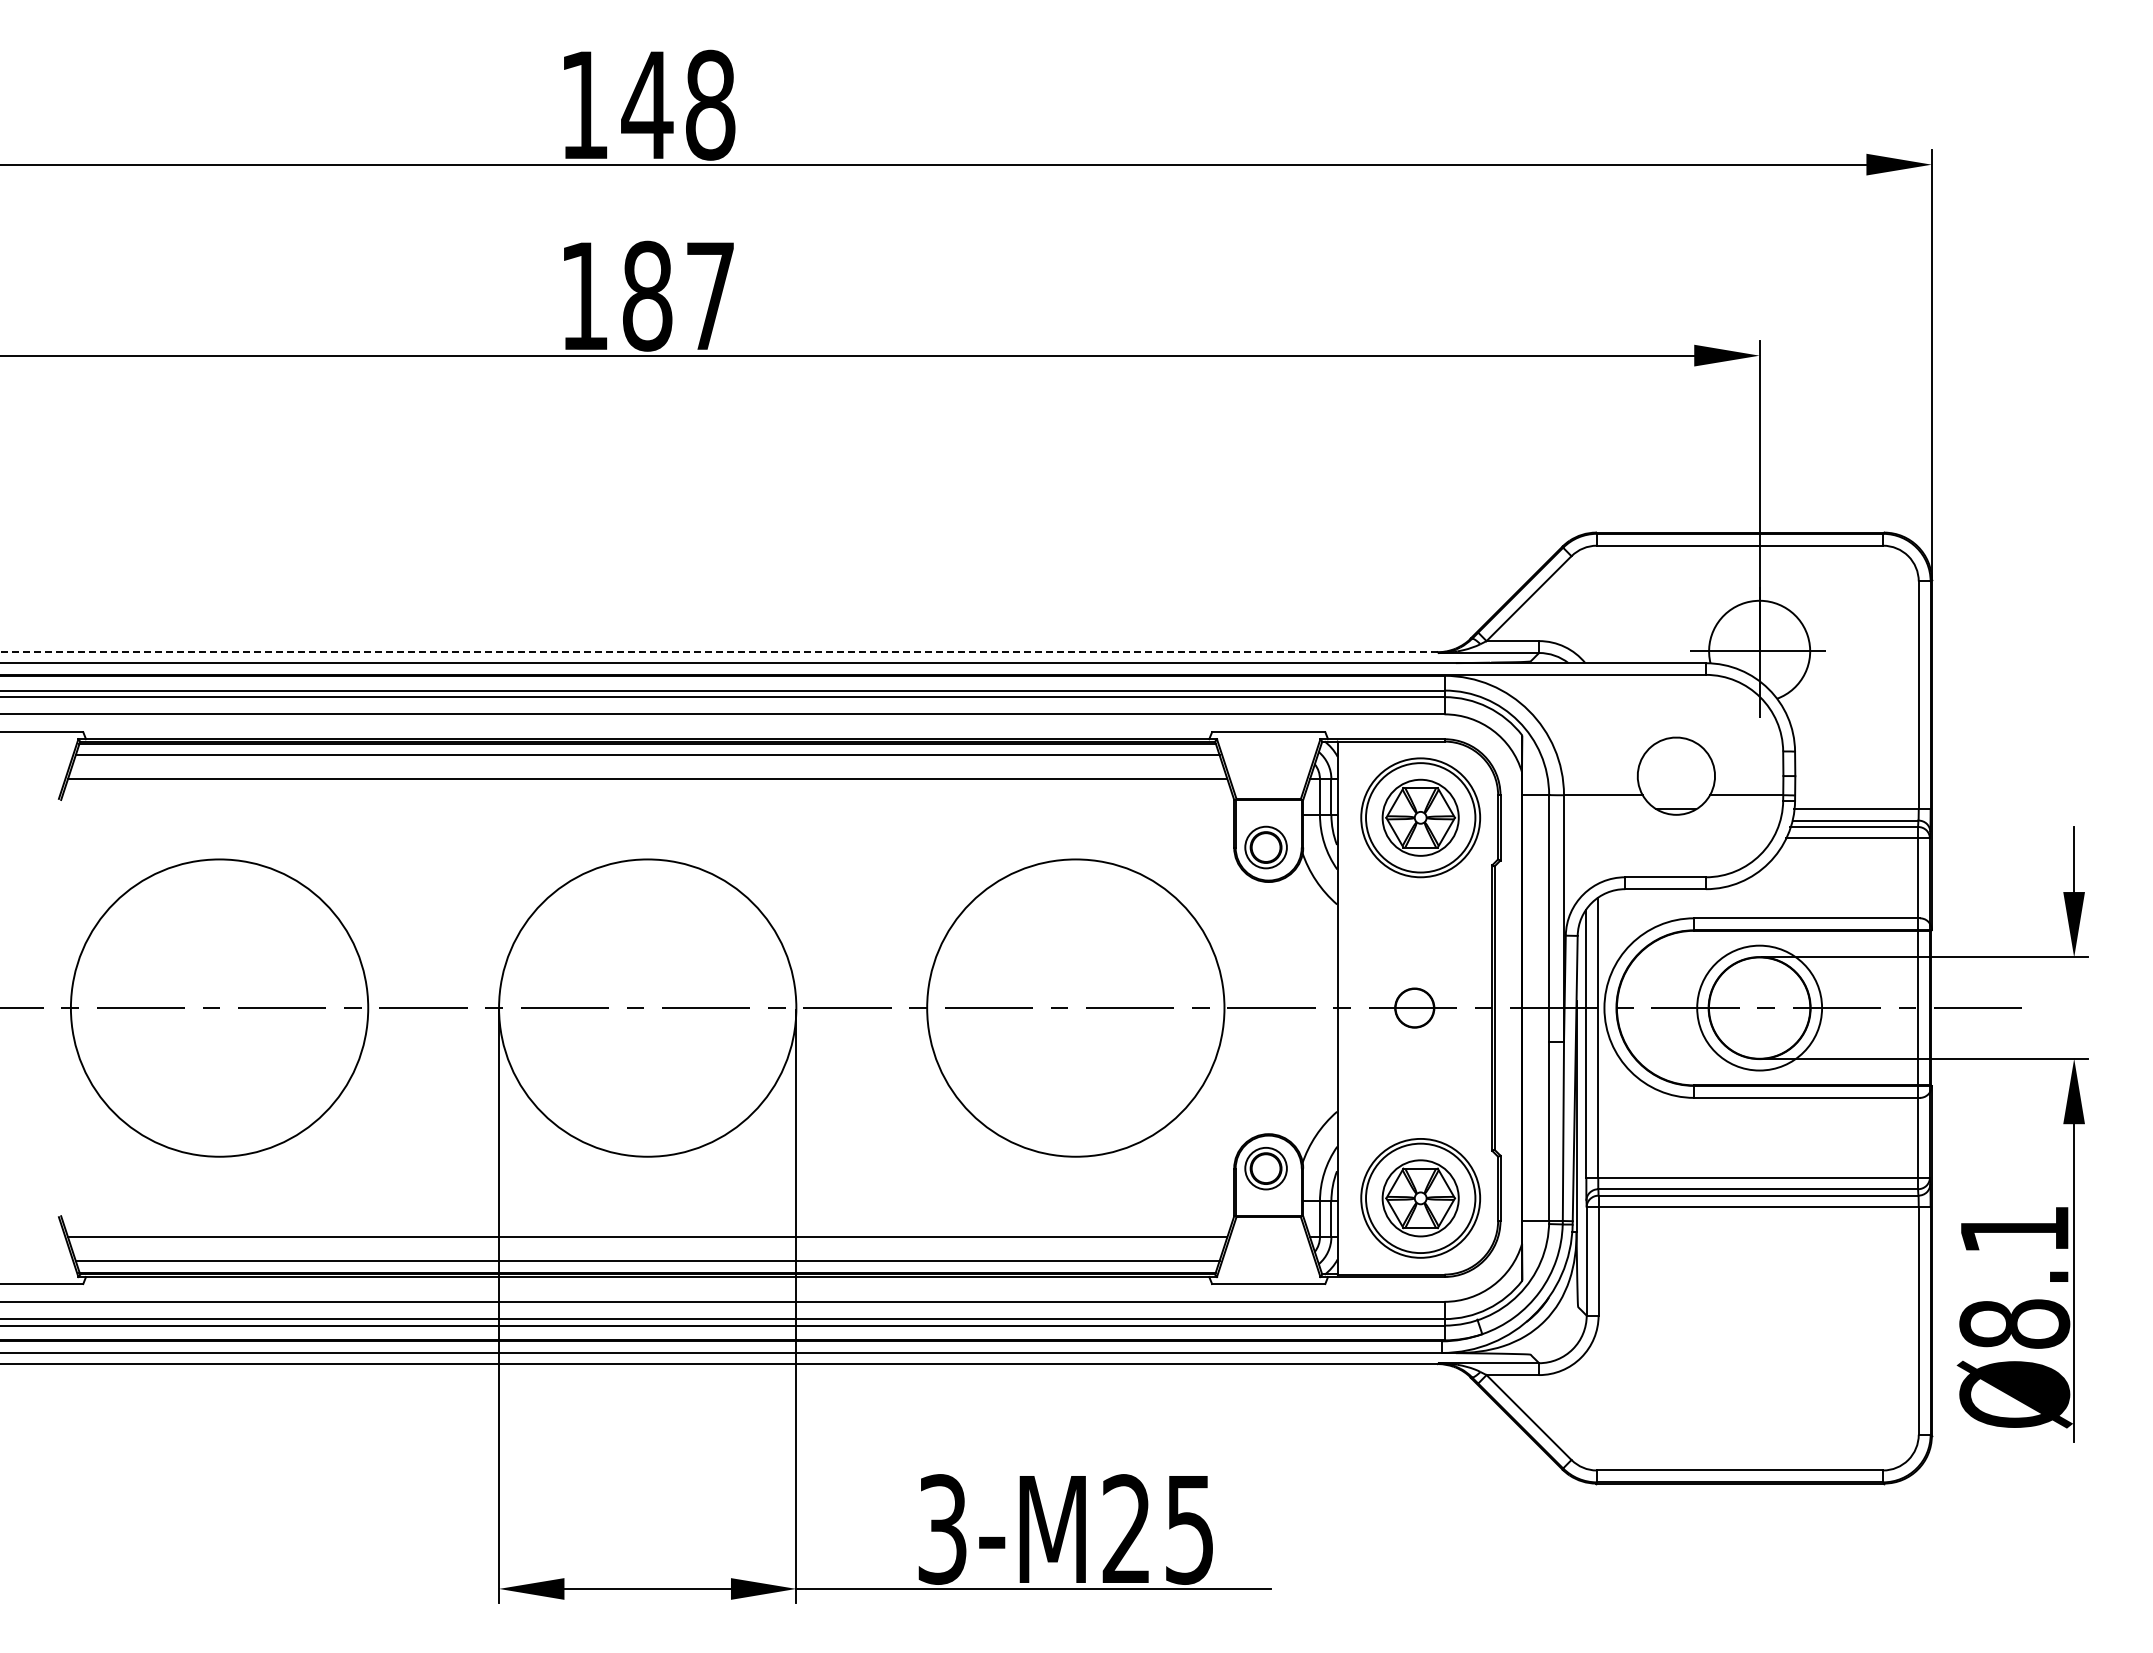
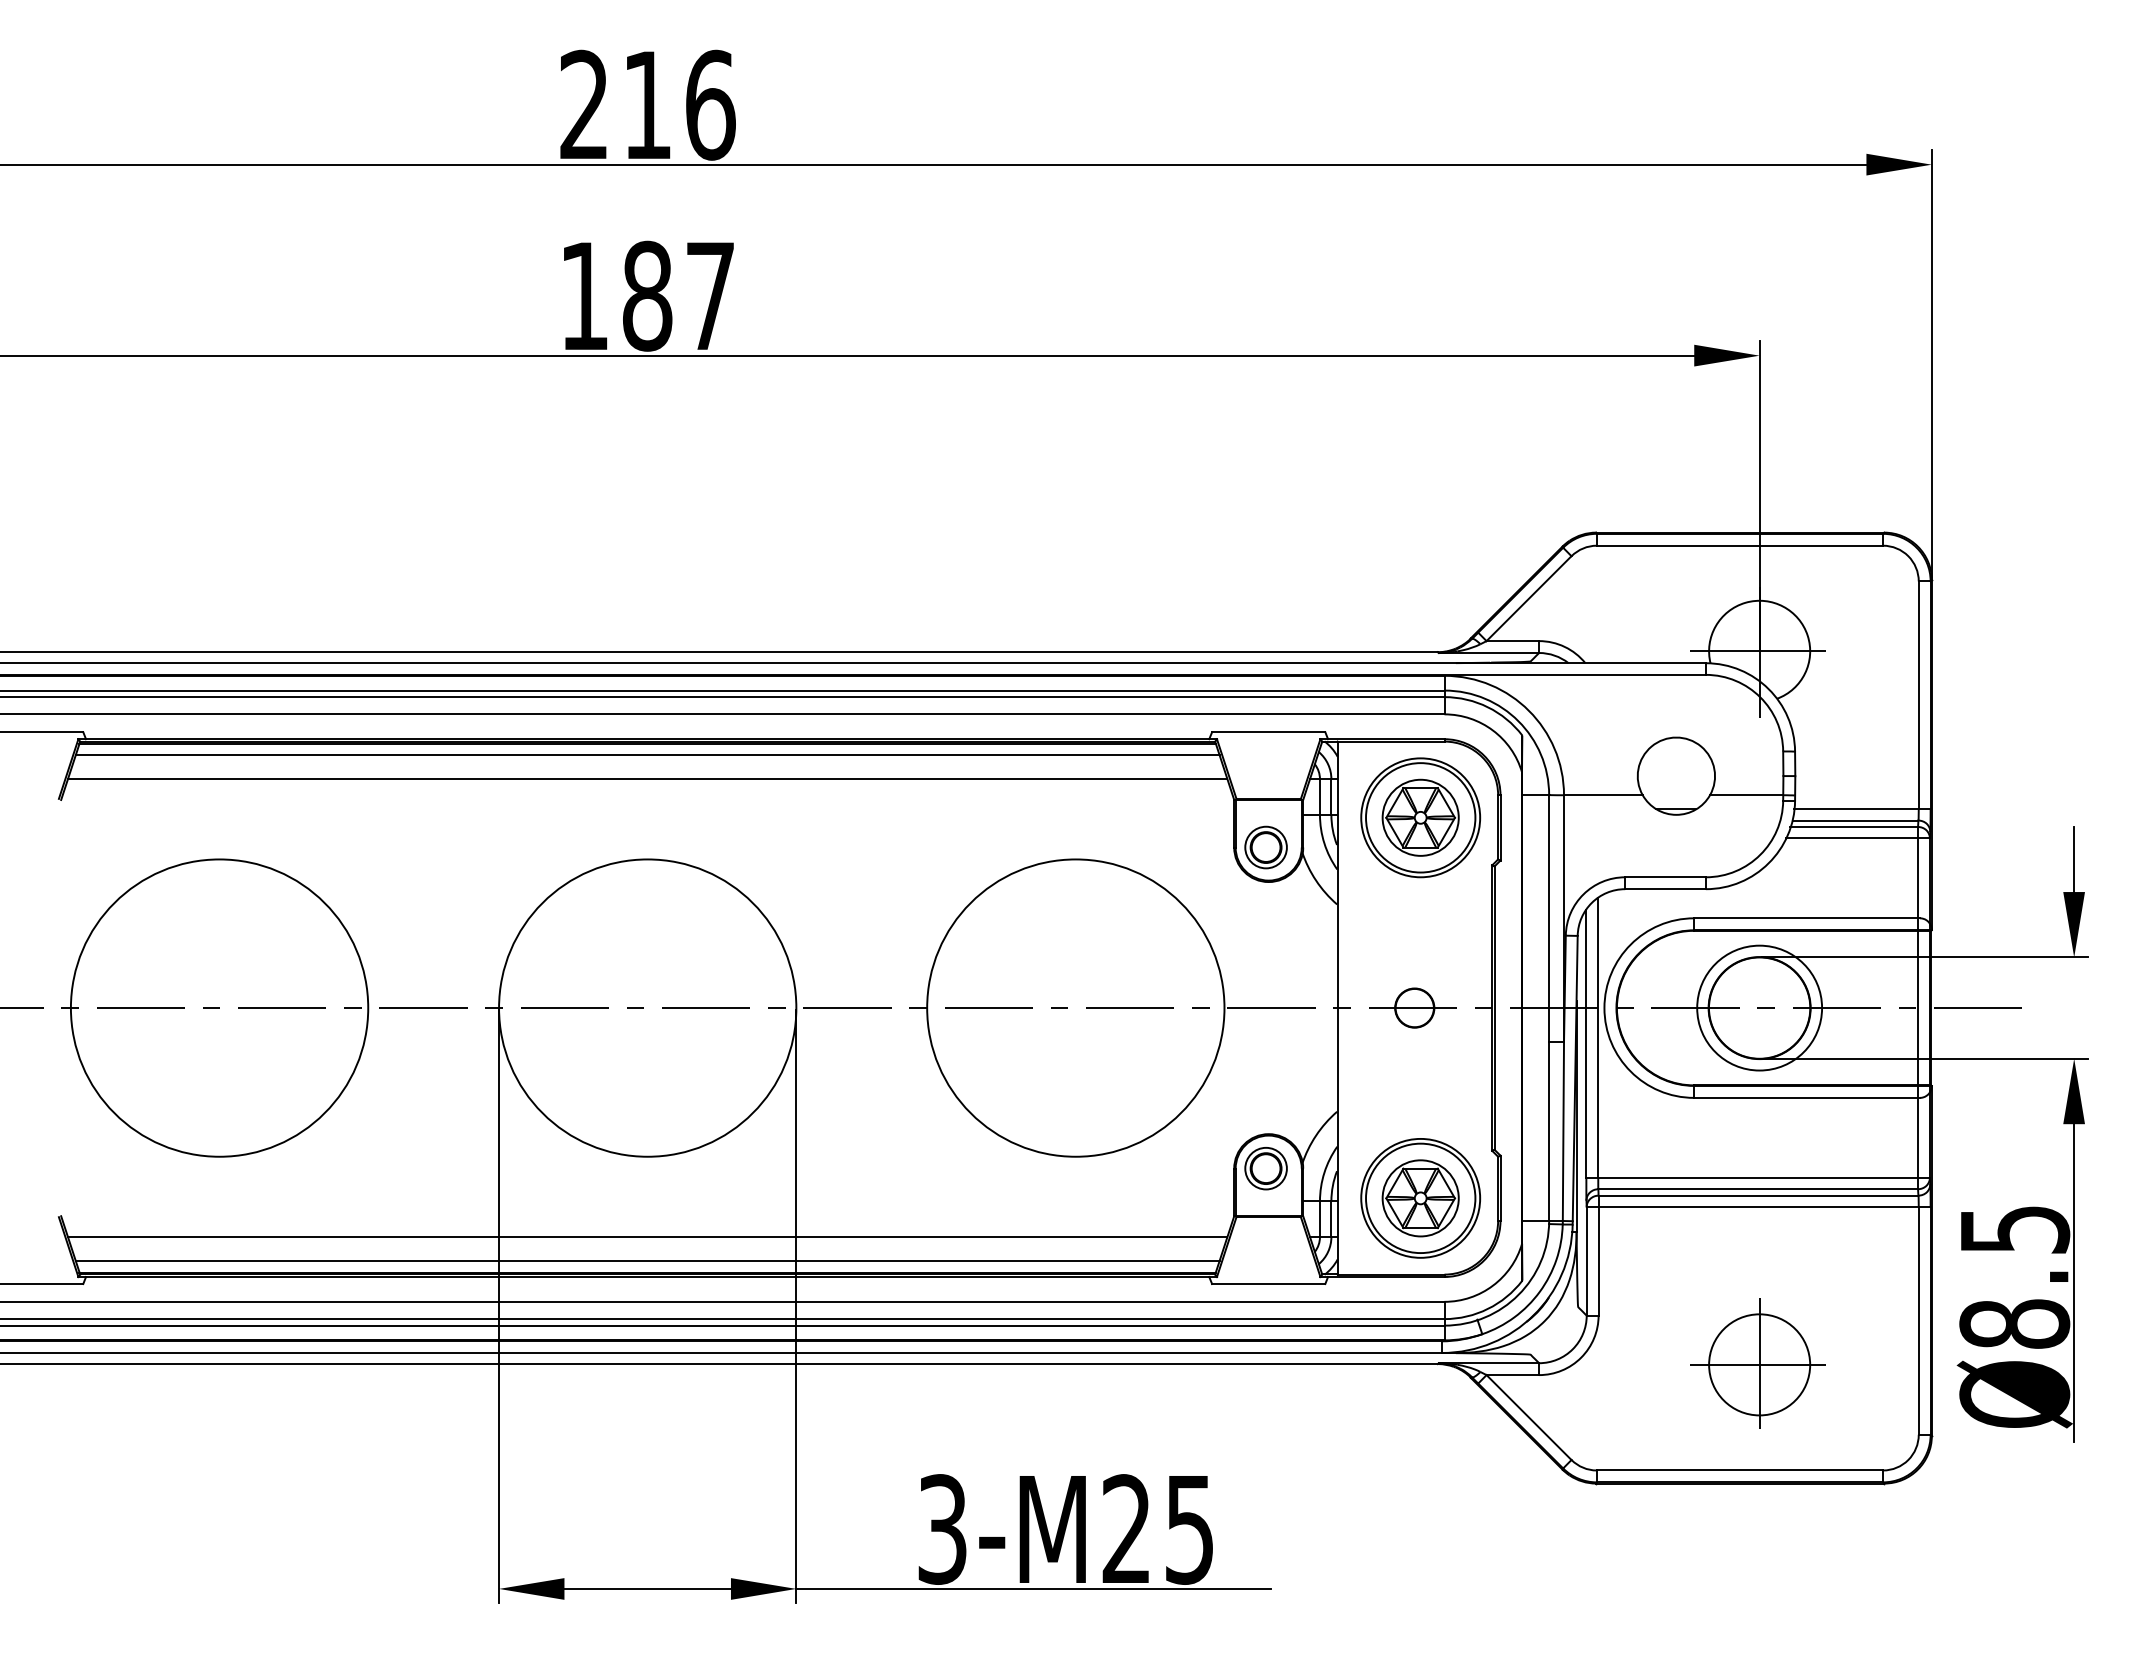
text at (647, 104): 148 -> 216
line at (719, 652): dashed -> solid
text at (2015, 1229): Ø8.1 -> Ø8.5
part at (1757, 1363): none -> present
